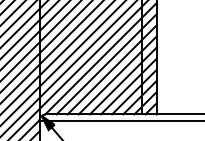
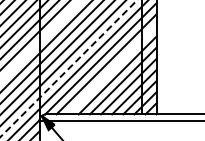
line at (40, 40): present -> none
line at (69, 68): solid -> dashed
line at (111, 69): present -> none
